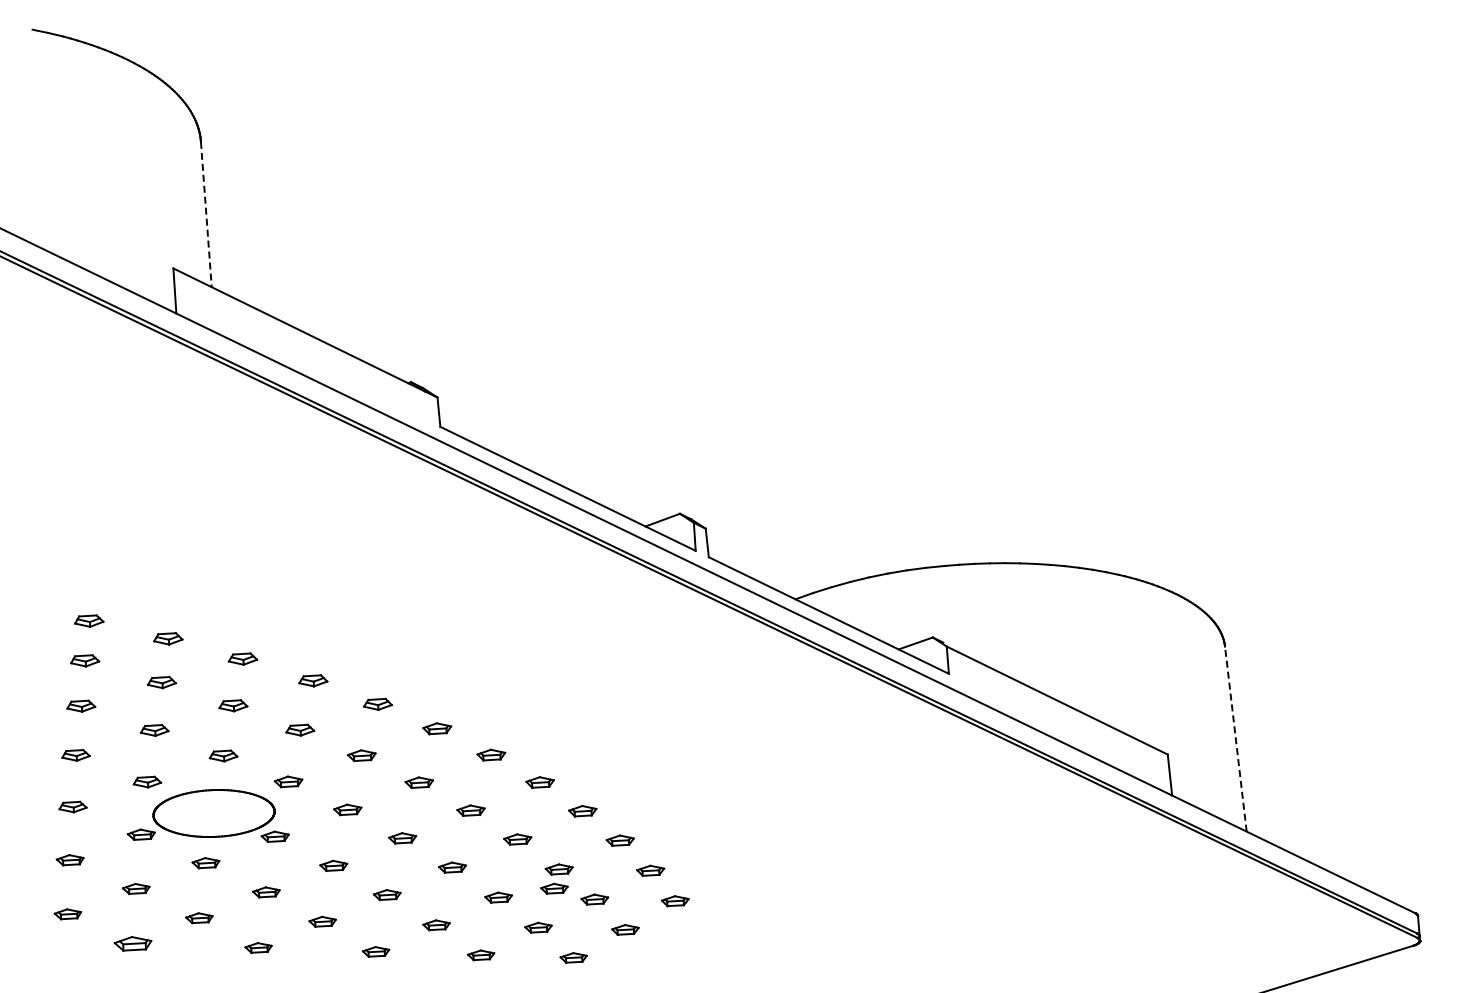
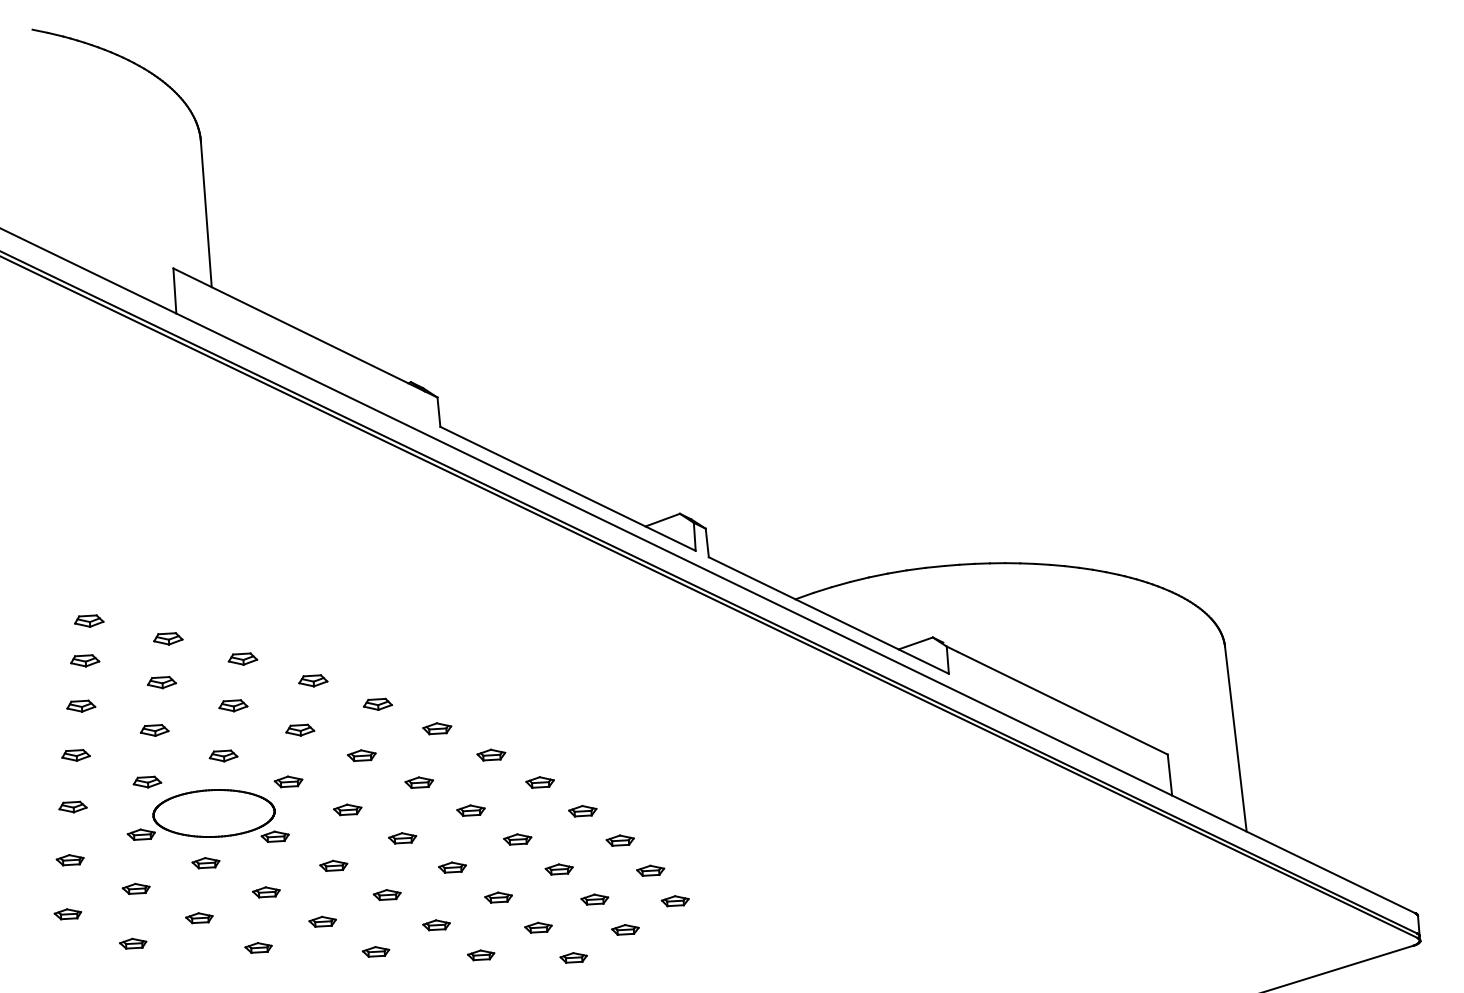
line at (206, 214): dashed -> solid
line at (1235, 738): dashed -> solid
part at (554, 888): present -> none
part at (132, 943) size: 40x16 px -> 29x13 px
